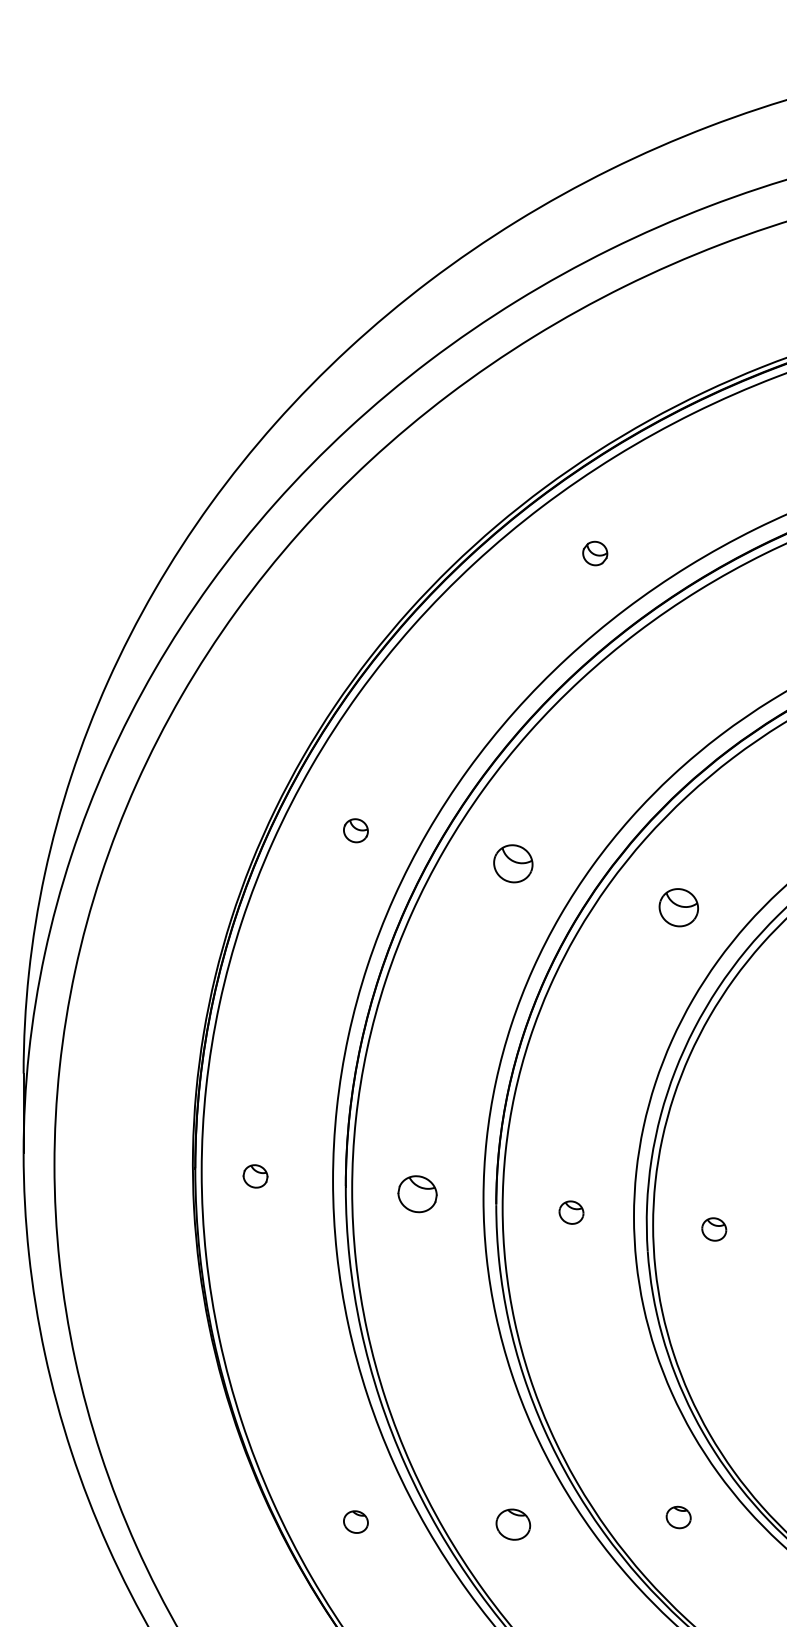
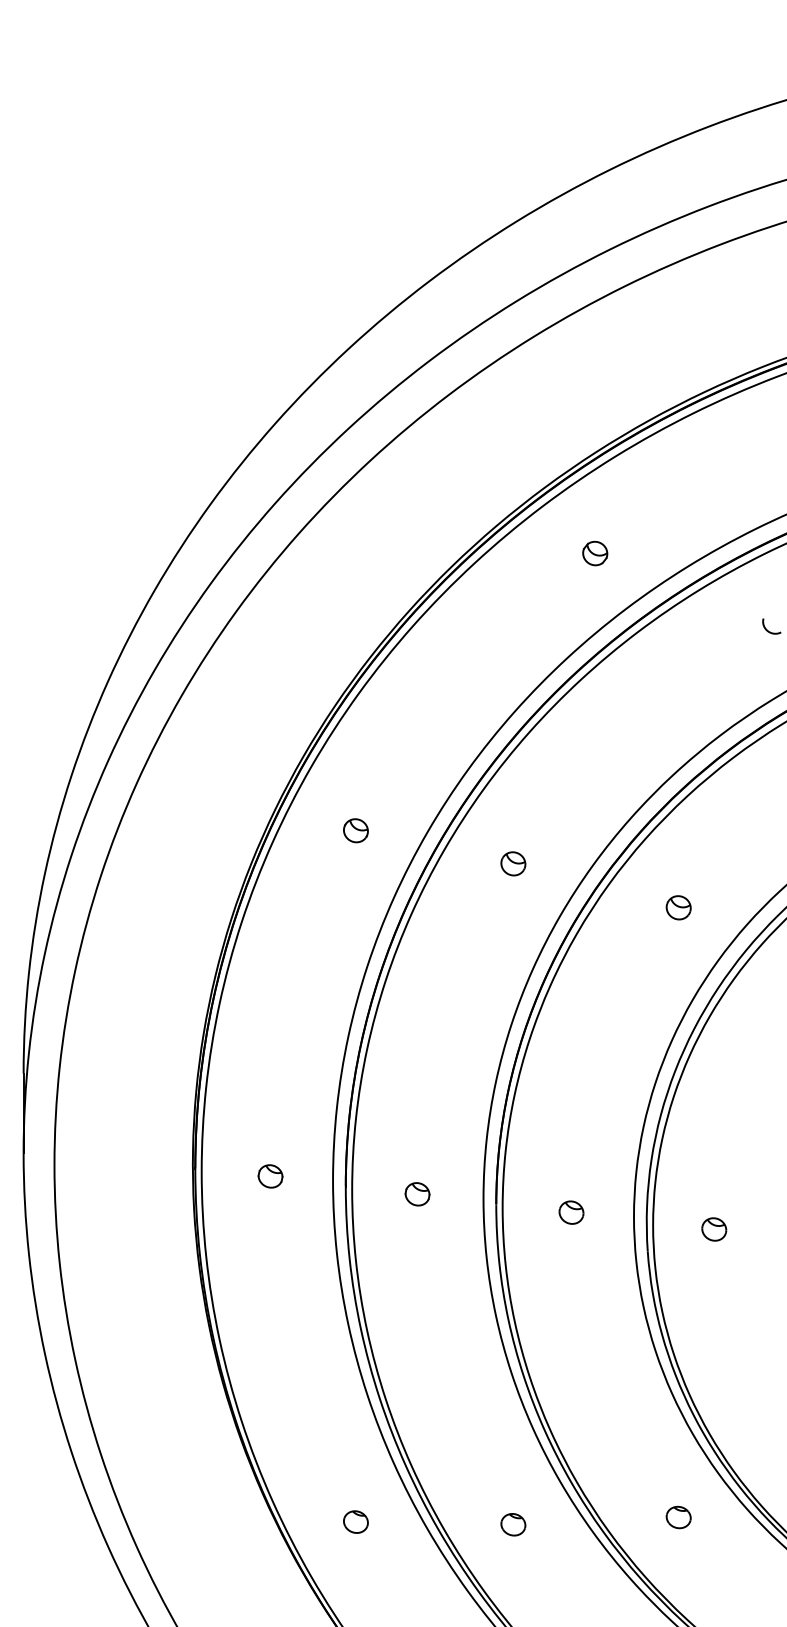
curve at (767, 629): none -> present
part at (513, 863) size: 41x40 px -> 27x26 px
part at (678, 907) size: 41x40 px -> 27x26 px
part at (255, 1176) position: (255, 1176) -> (270, 1176)
part at (417, 1194) size: 41x39 px -> 27x25 px
part at (513, 1524) size: 37x33 px -> 27x24 px
